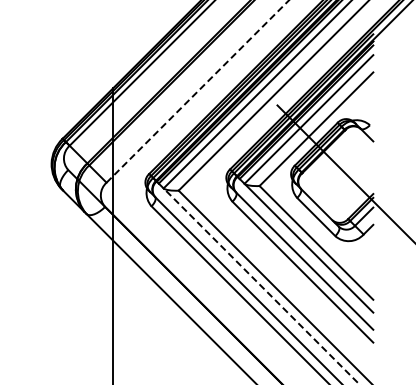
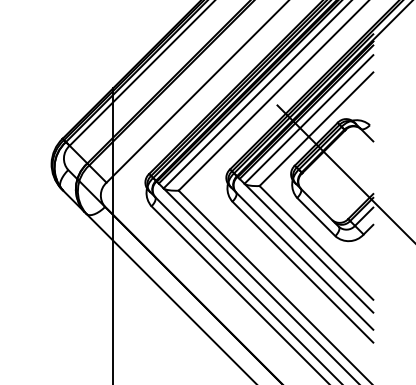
line at (198, 91): dashed -> solid
line at (261, 286): dashed -> solid
